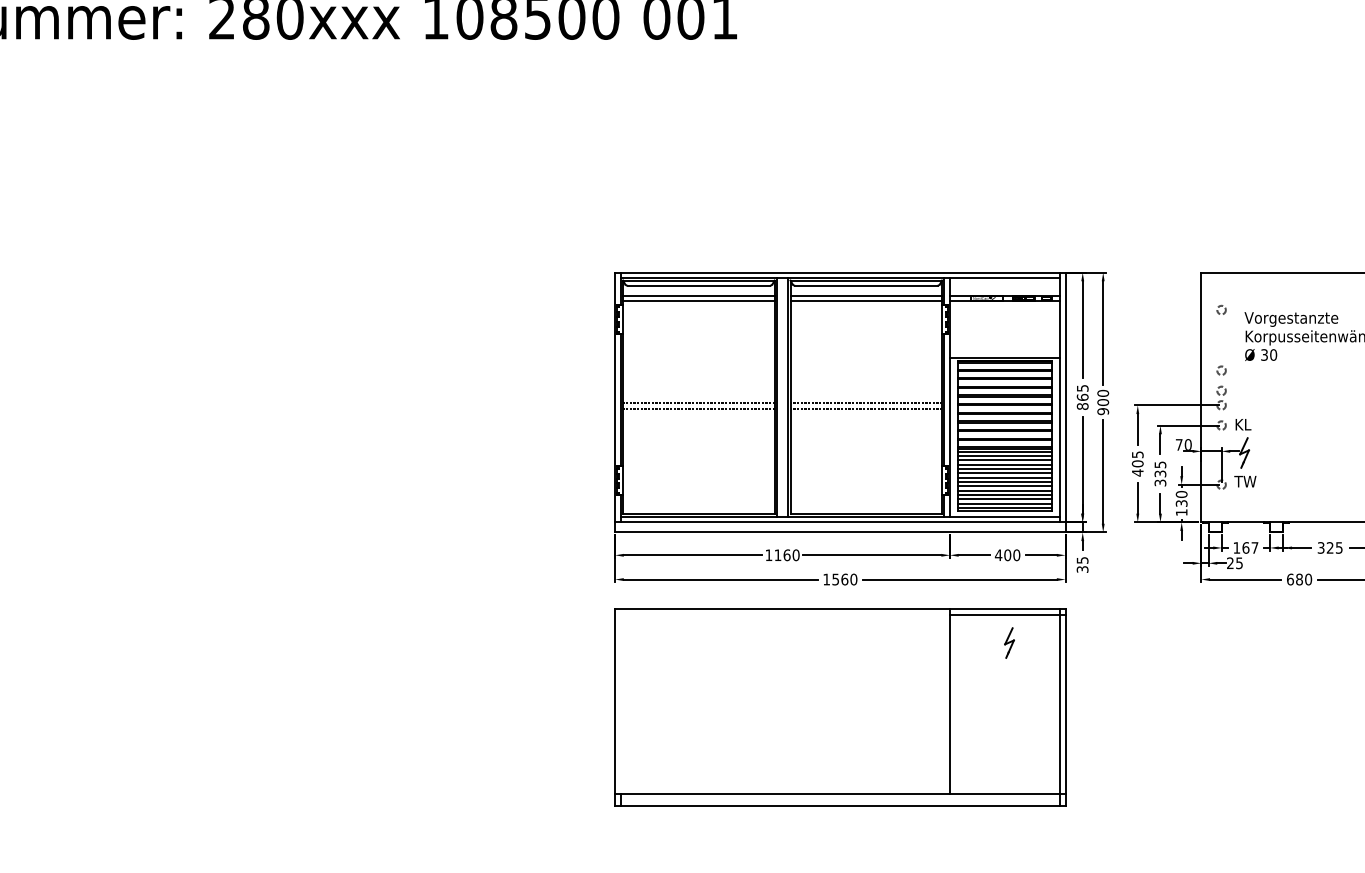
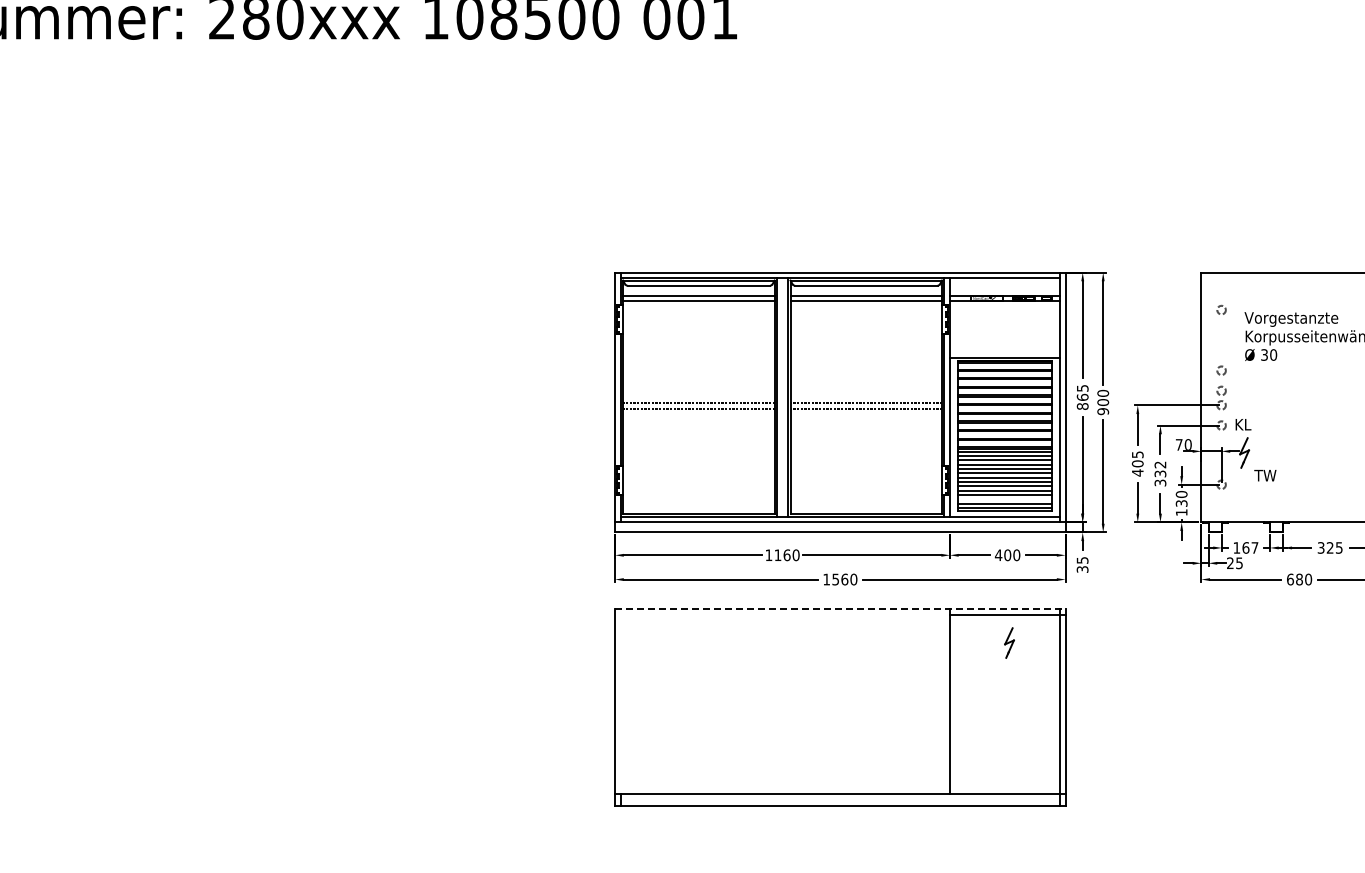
text at (1160, 464): 335 -> 332
text at (1245, 481) position: (1245, 481) -> (1265, 475)
line at (1004, 499): present -> none
line at (840, 609): solid -> dashed
